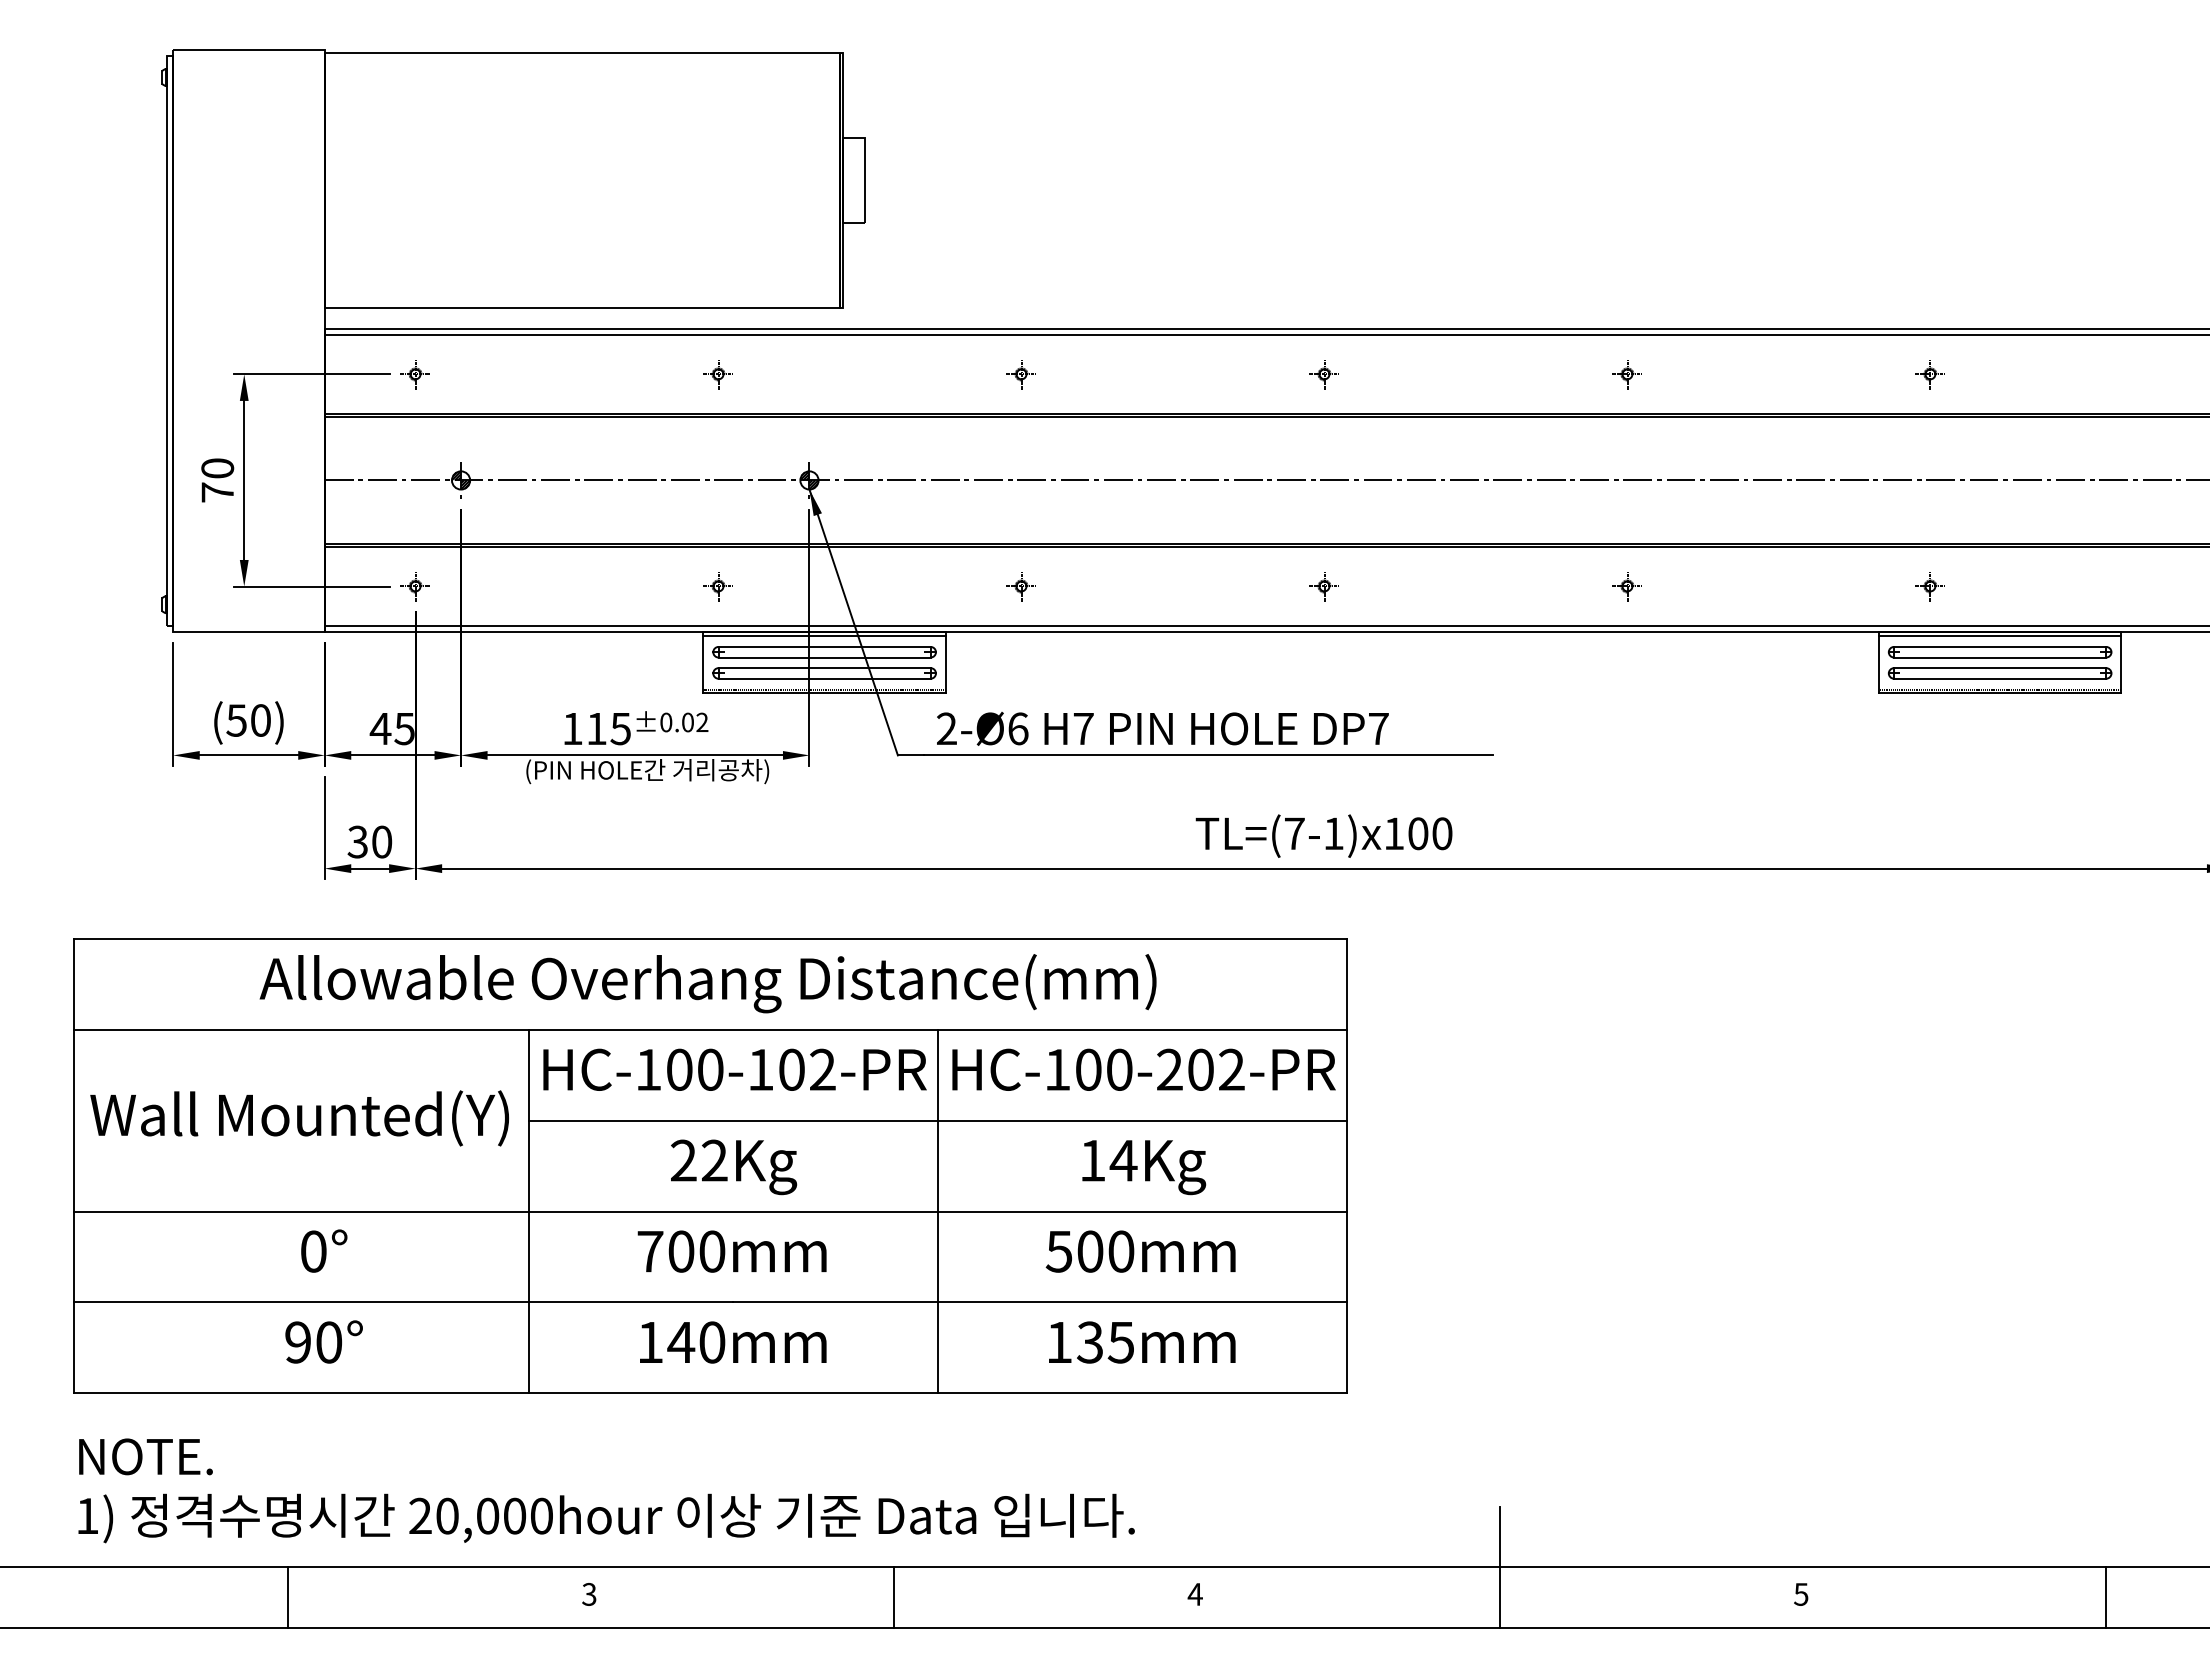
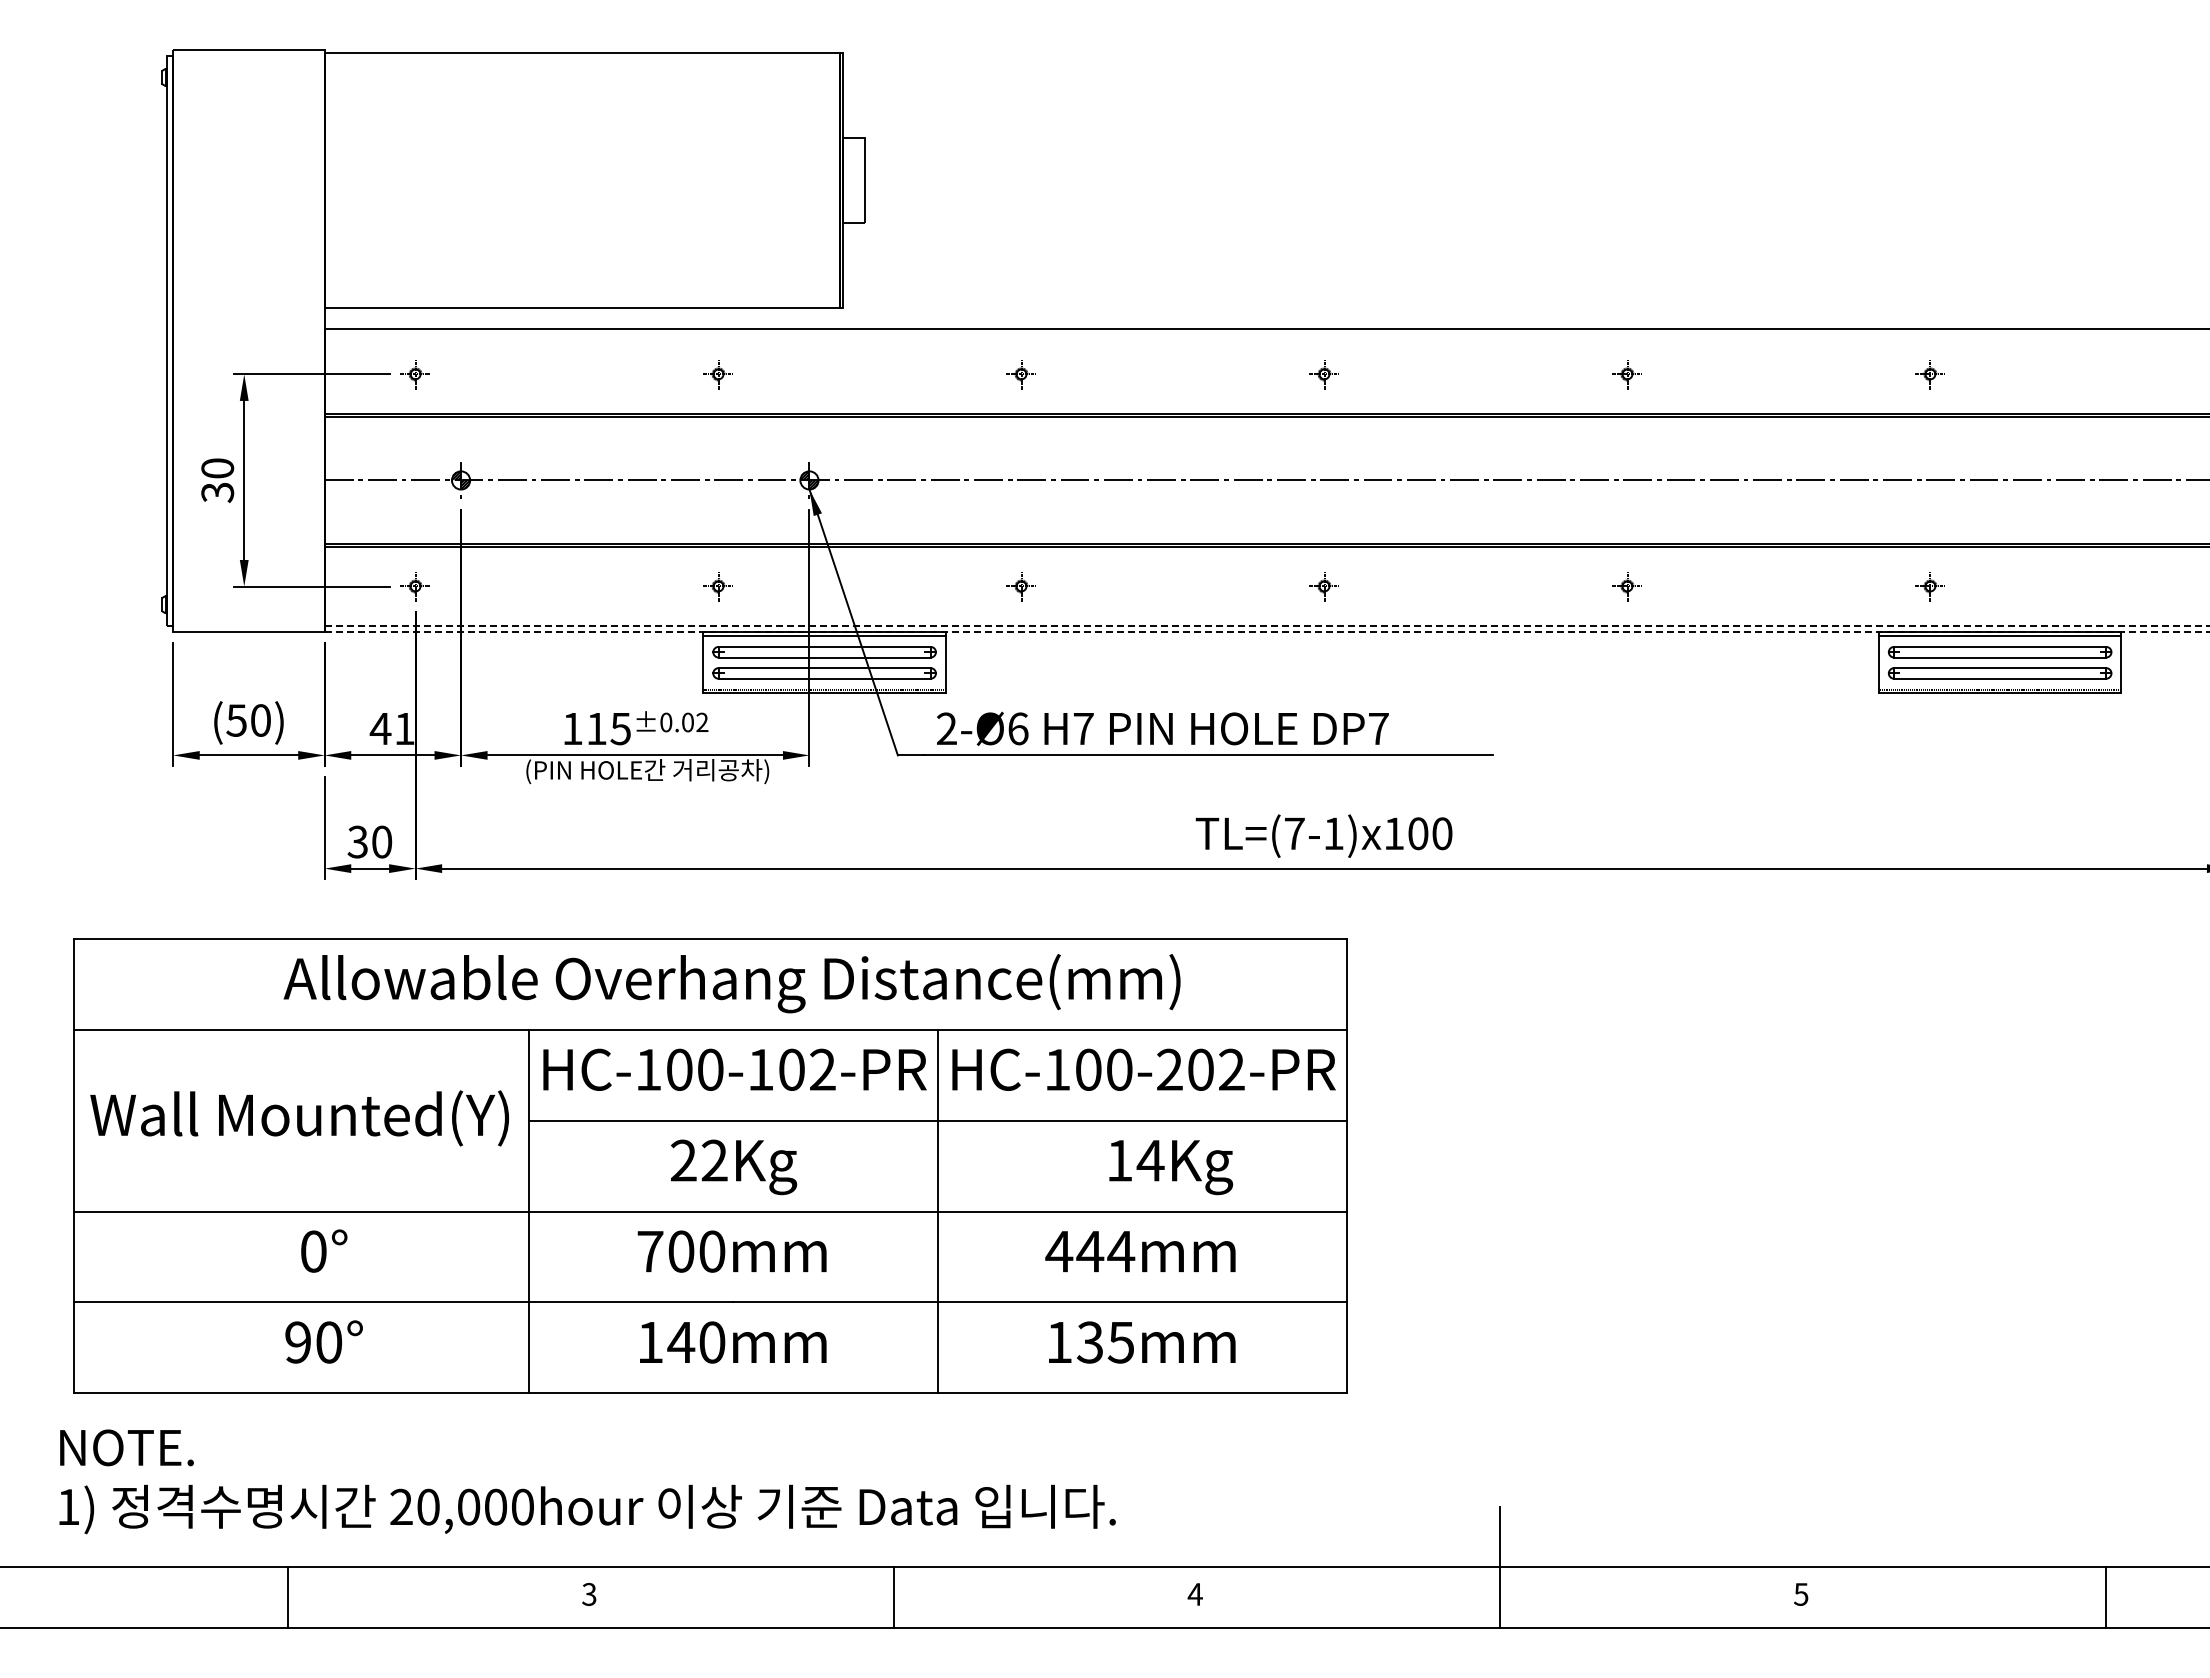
line at (1265, 335): present -> none
text at (217, 492): 70 -> 30
line at (1267, 625): solid -> dashed
line at (1267, 631): solid -> dashed
text at (404, 729): 45 -> 41
text at (707, 983) position: (707, 983) -> (731, 983)
text at (1144, 1167) position: (1144, 1167) -> (1171, 1167)
text at (1090, 1251): 500mm -> 444mm
text at (606, 1490) position: (606, 1490) -> (587, 1481)
